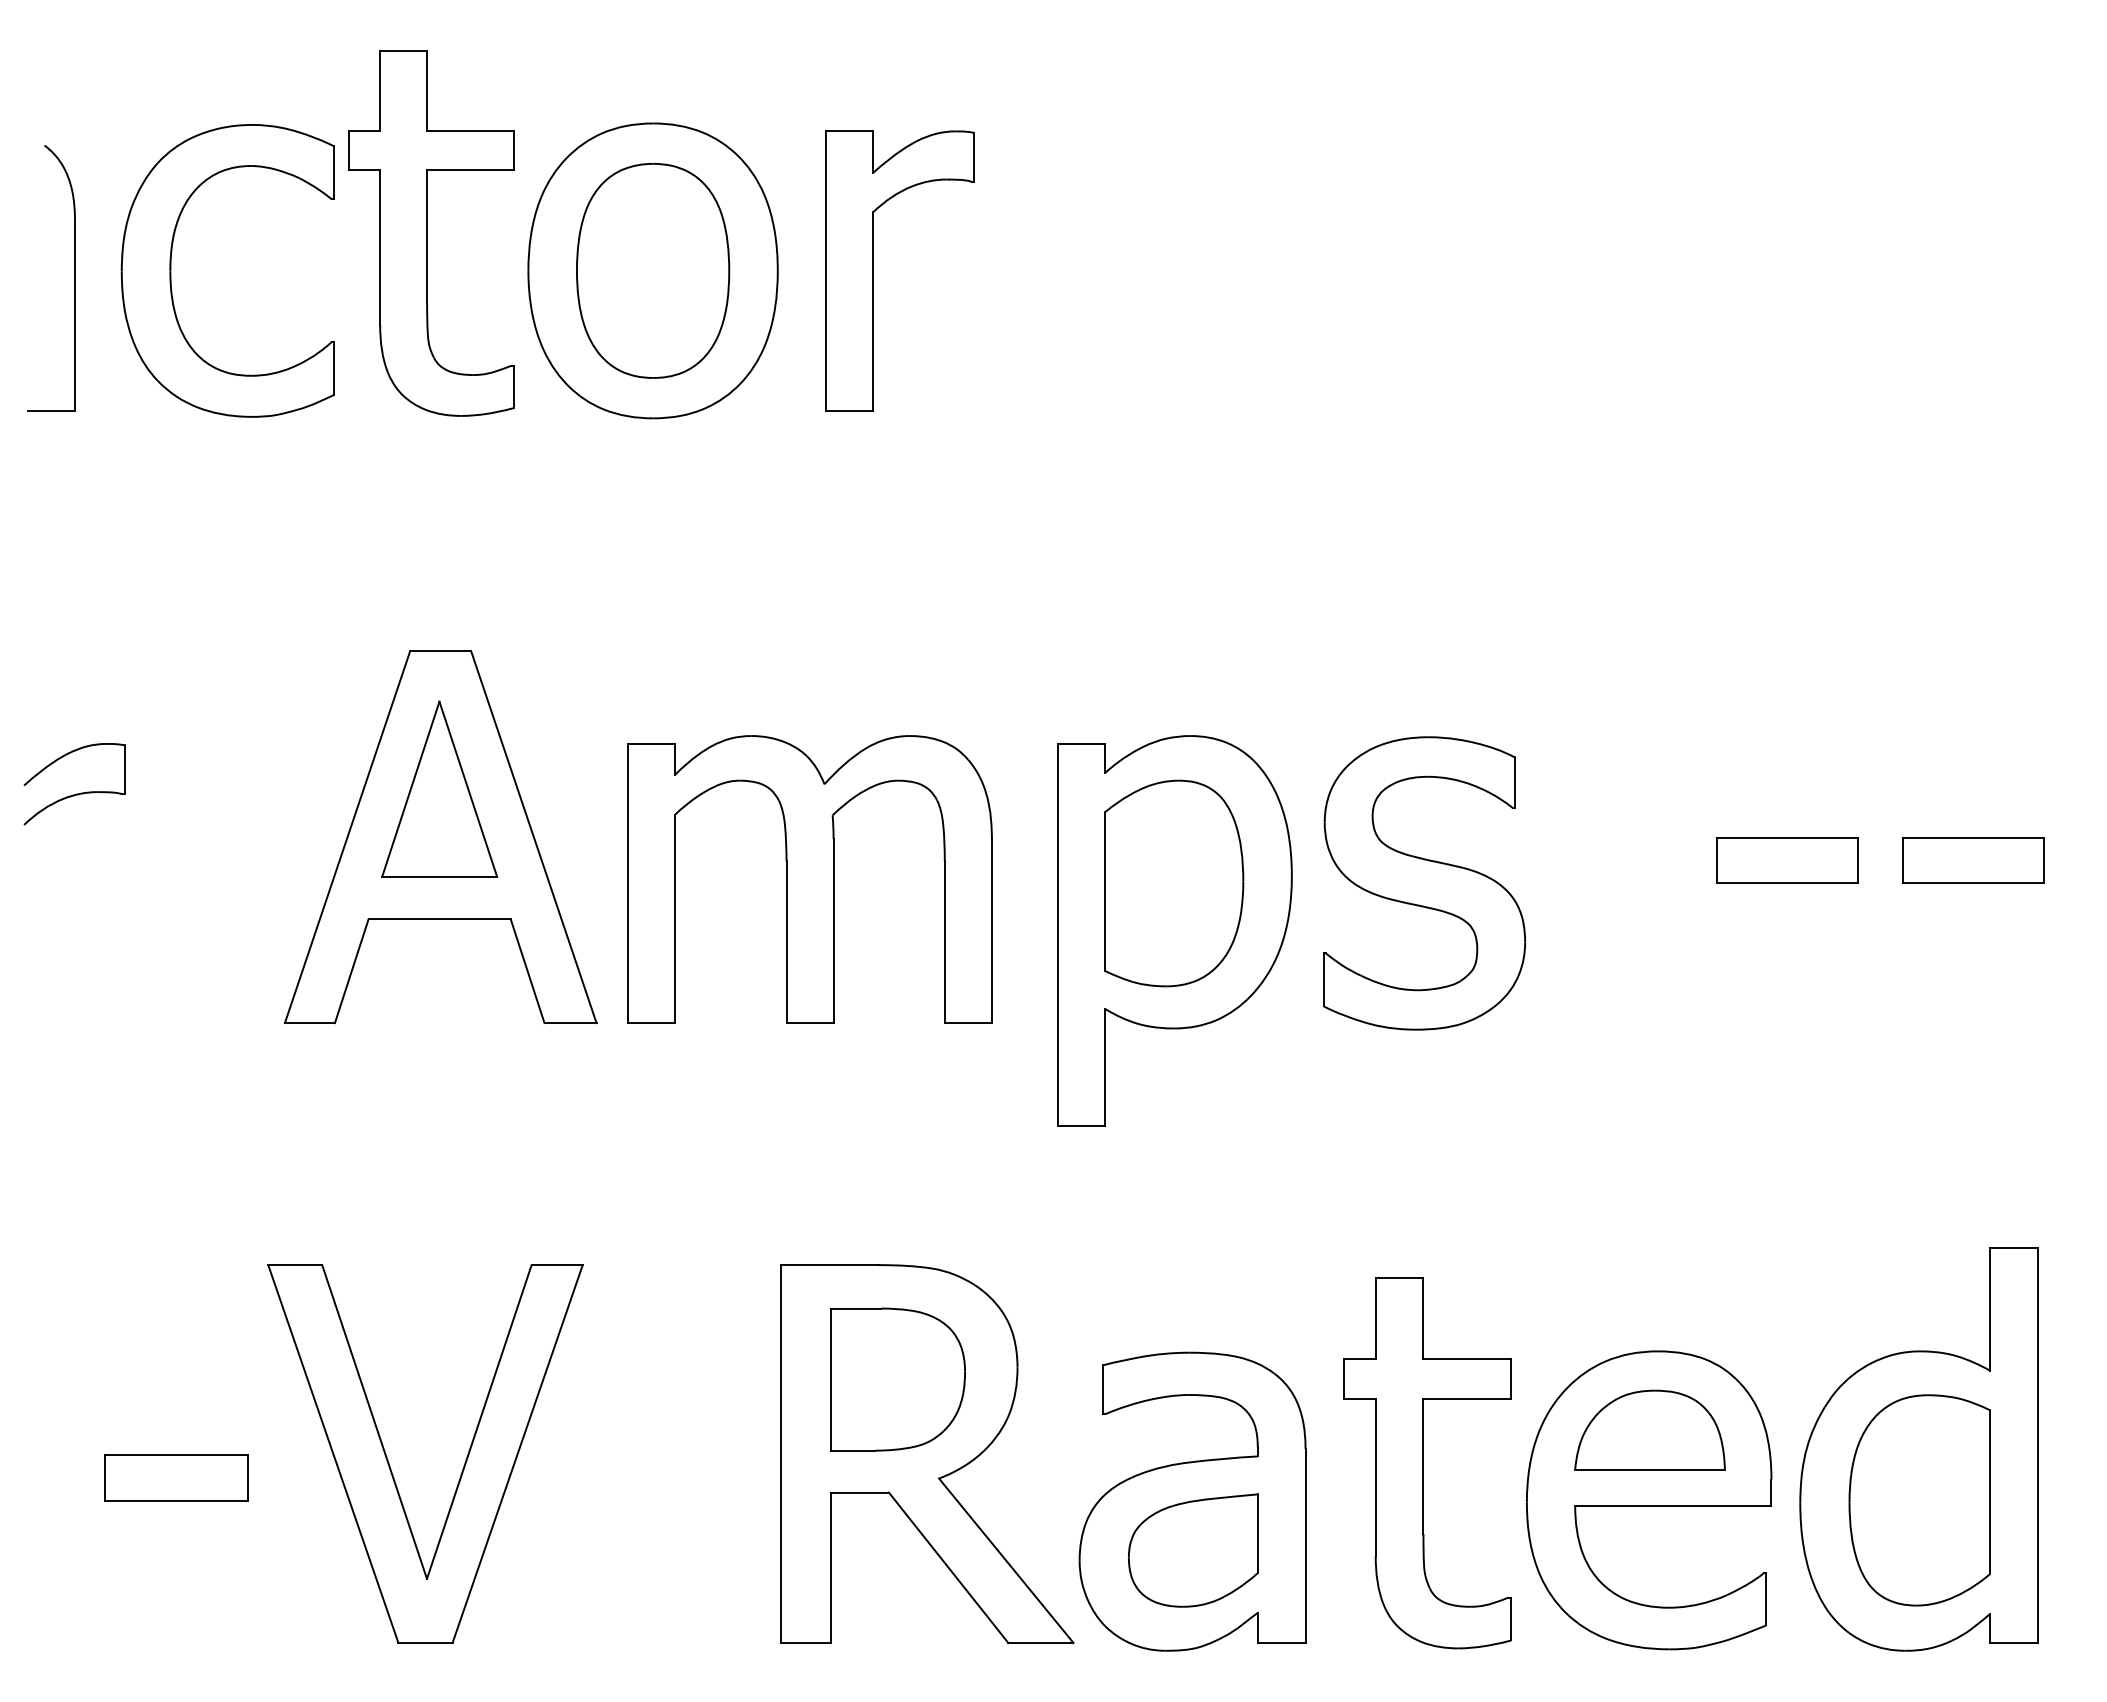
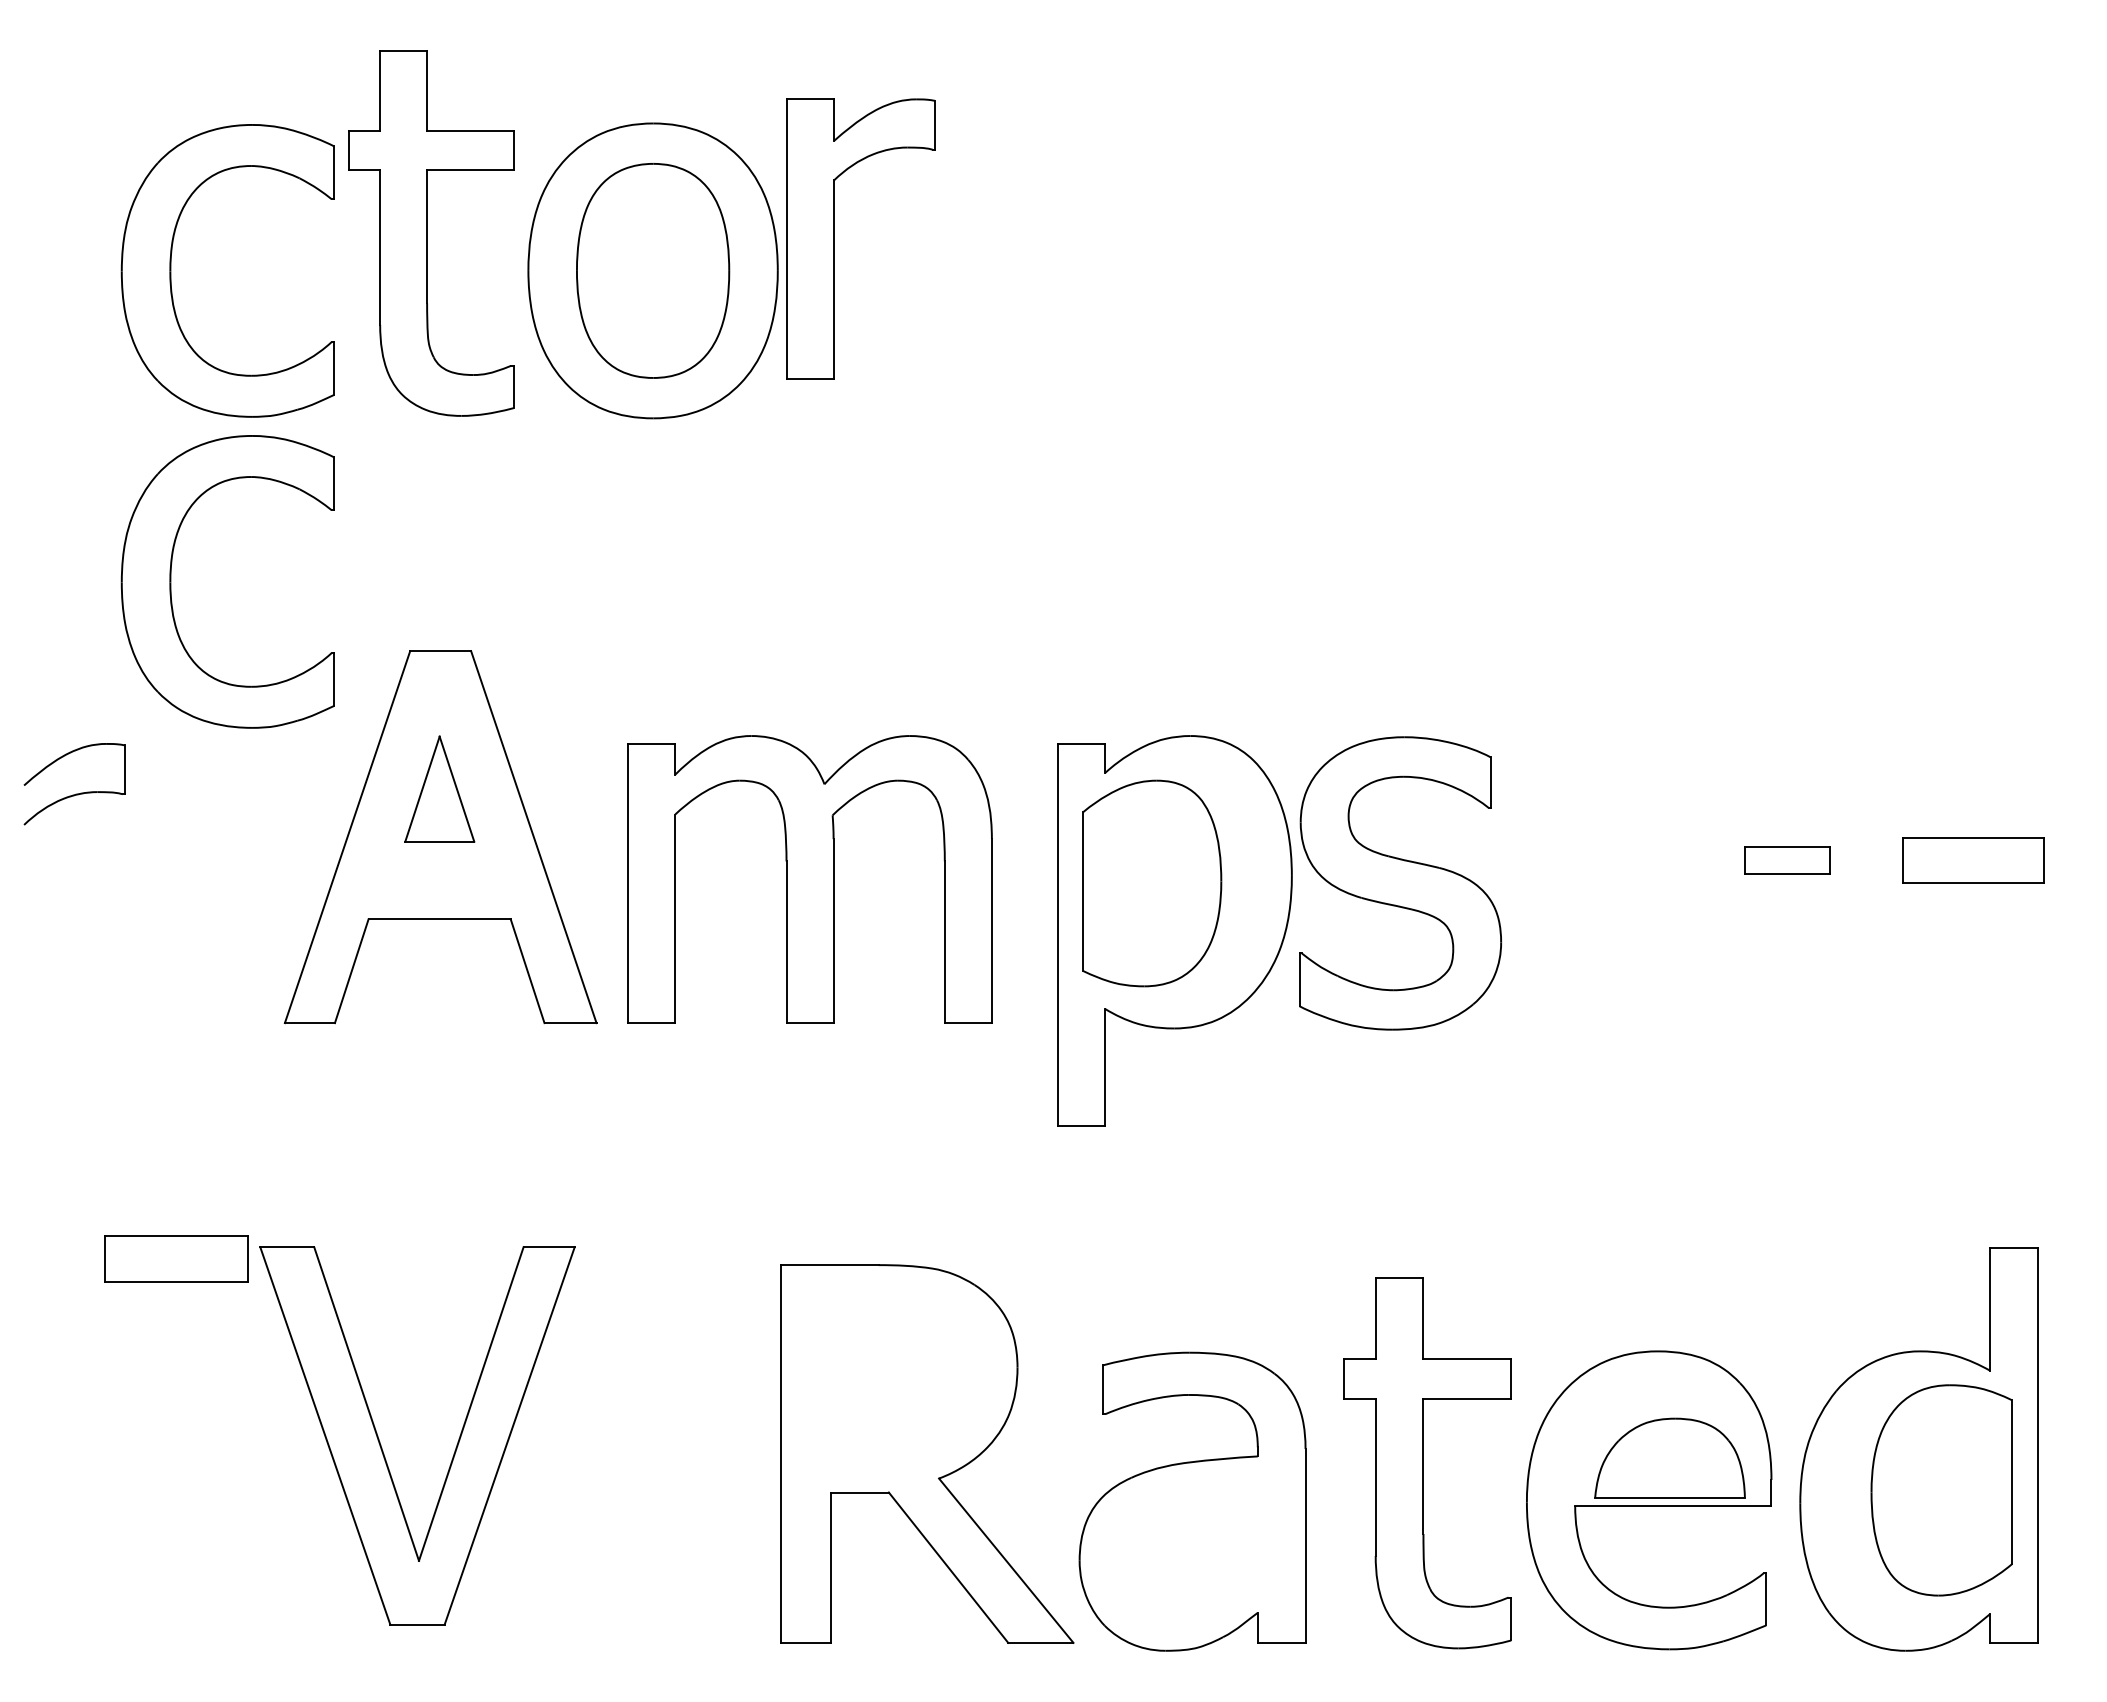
part at (873, 270) position: (873, 270) -> (834, 238)
part at (74, 278): present -> none
part at (171, 581): none -> present
part at (439, 788) size: 118x178 px -> 72x108 px
part at (1787, 860) size: 143x47 px -> 87x29 px
part at (1174, 883) position: (1174, 883) -> (1152, 883)
part at (1424, 883) position: (1424, 883) -> (1400, 883)
part at (897, 1379): present -> none
part at (1649, 1429) position: (1649, 1429) -> (1669, 1457)
part at (390, 1465) position: (390, 1465) -> (382, 1447)
part at (176, 1477) position: (176, 1477) -> (176, 1258)
part at (1919, 1500) position: (1919, 1500) -> (1941, 1490)
part at (1193, 1550): present -> none
